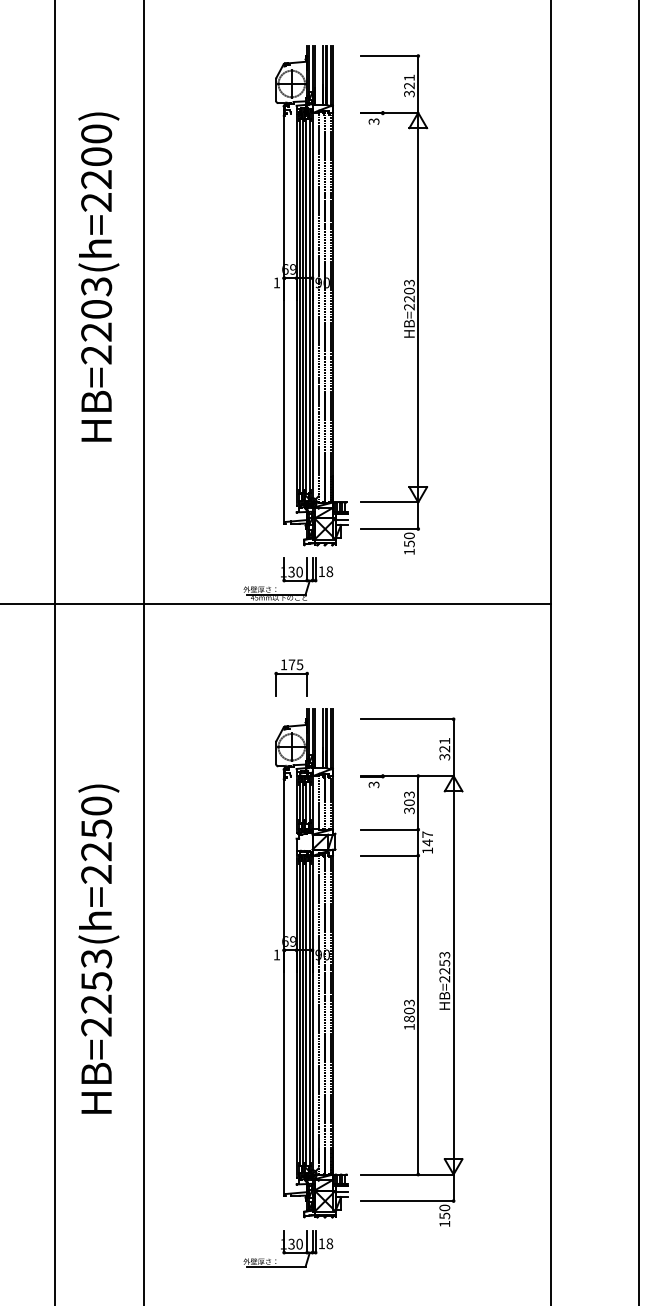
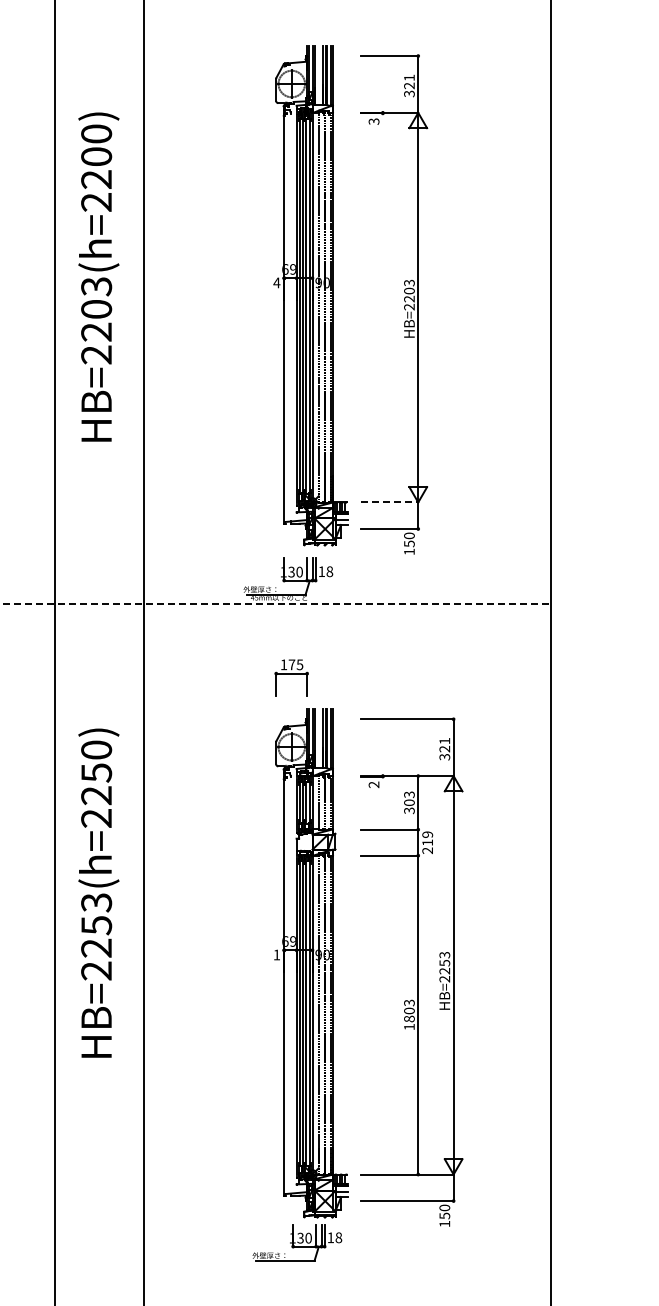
text at (276, 282): 1 -> 4
line at (389, 502): solid -> dashed
line at (275, 604): solid -> dashed
line at (639, 652): present -> none
text at (374, 784): 3 -> 2
text at (427, 842): 147 -> 219
text at (98, 948) position: (98, 948) -> (98, 892)
part at (288, 1248) position: (288, 1248) -> (297, 1242)
